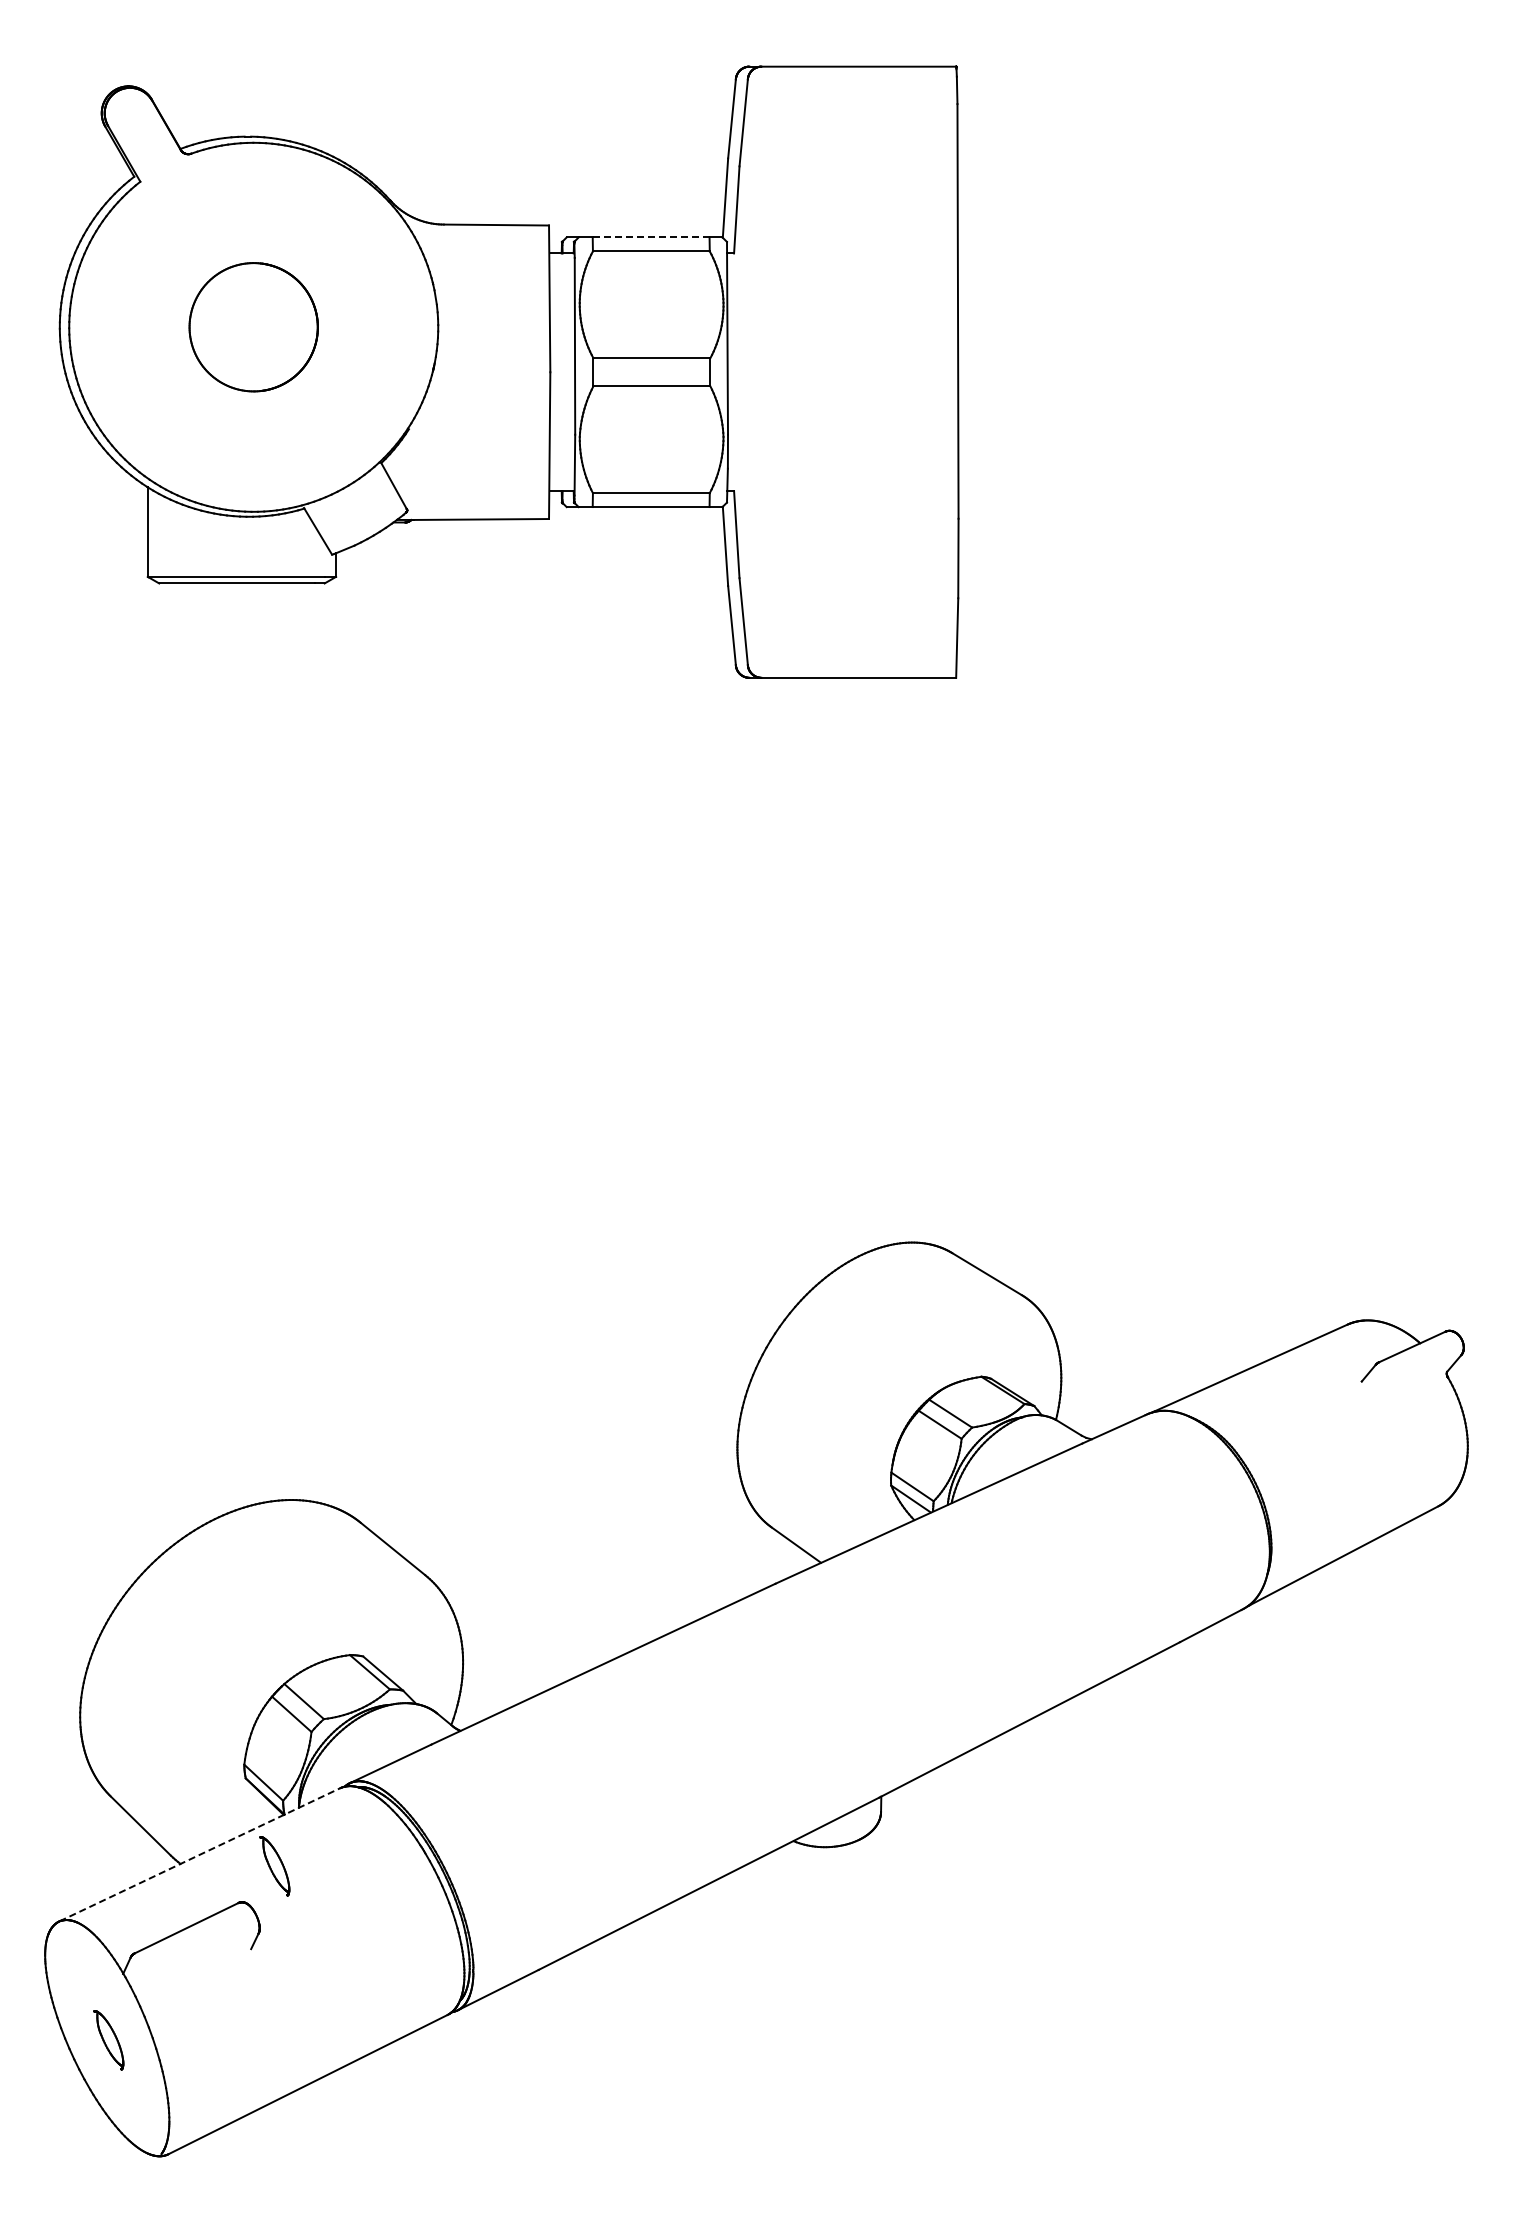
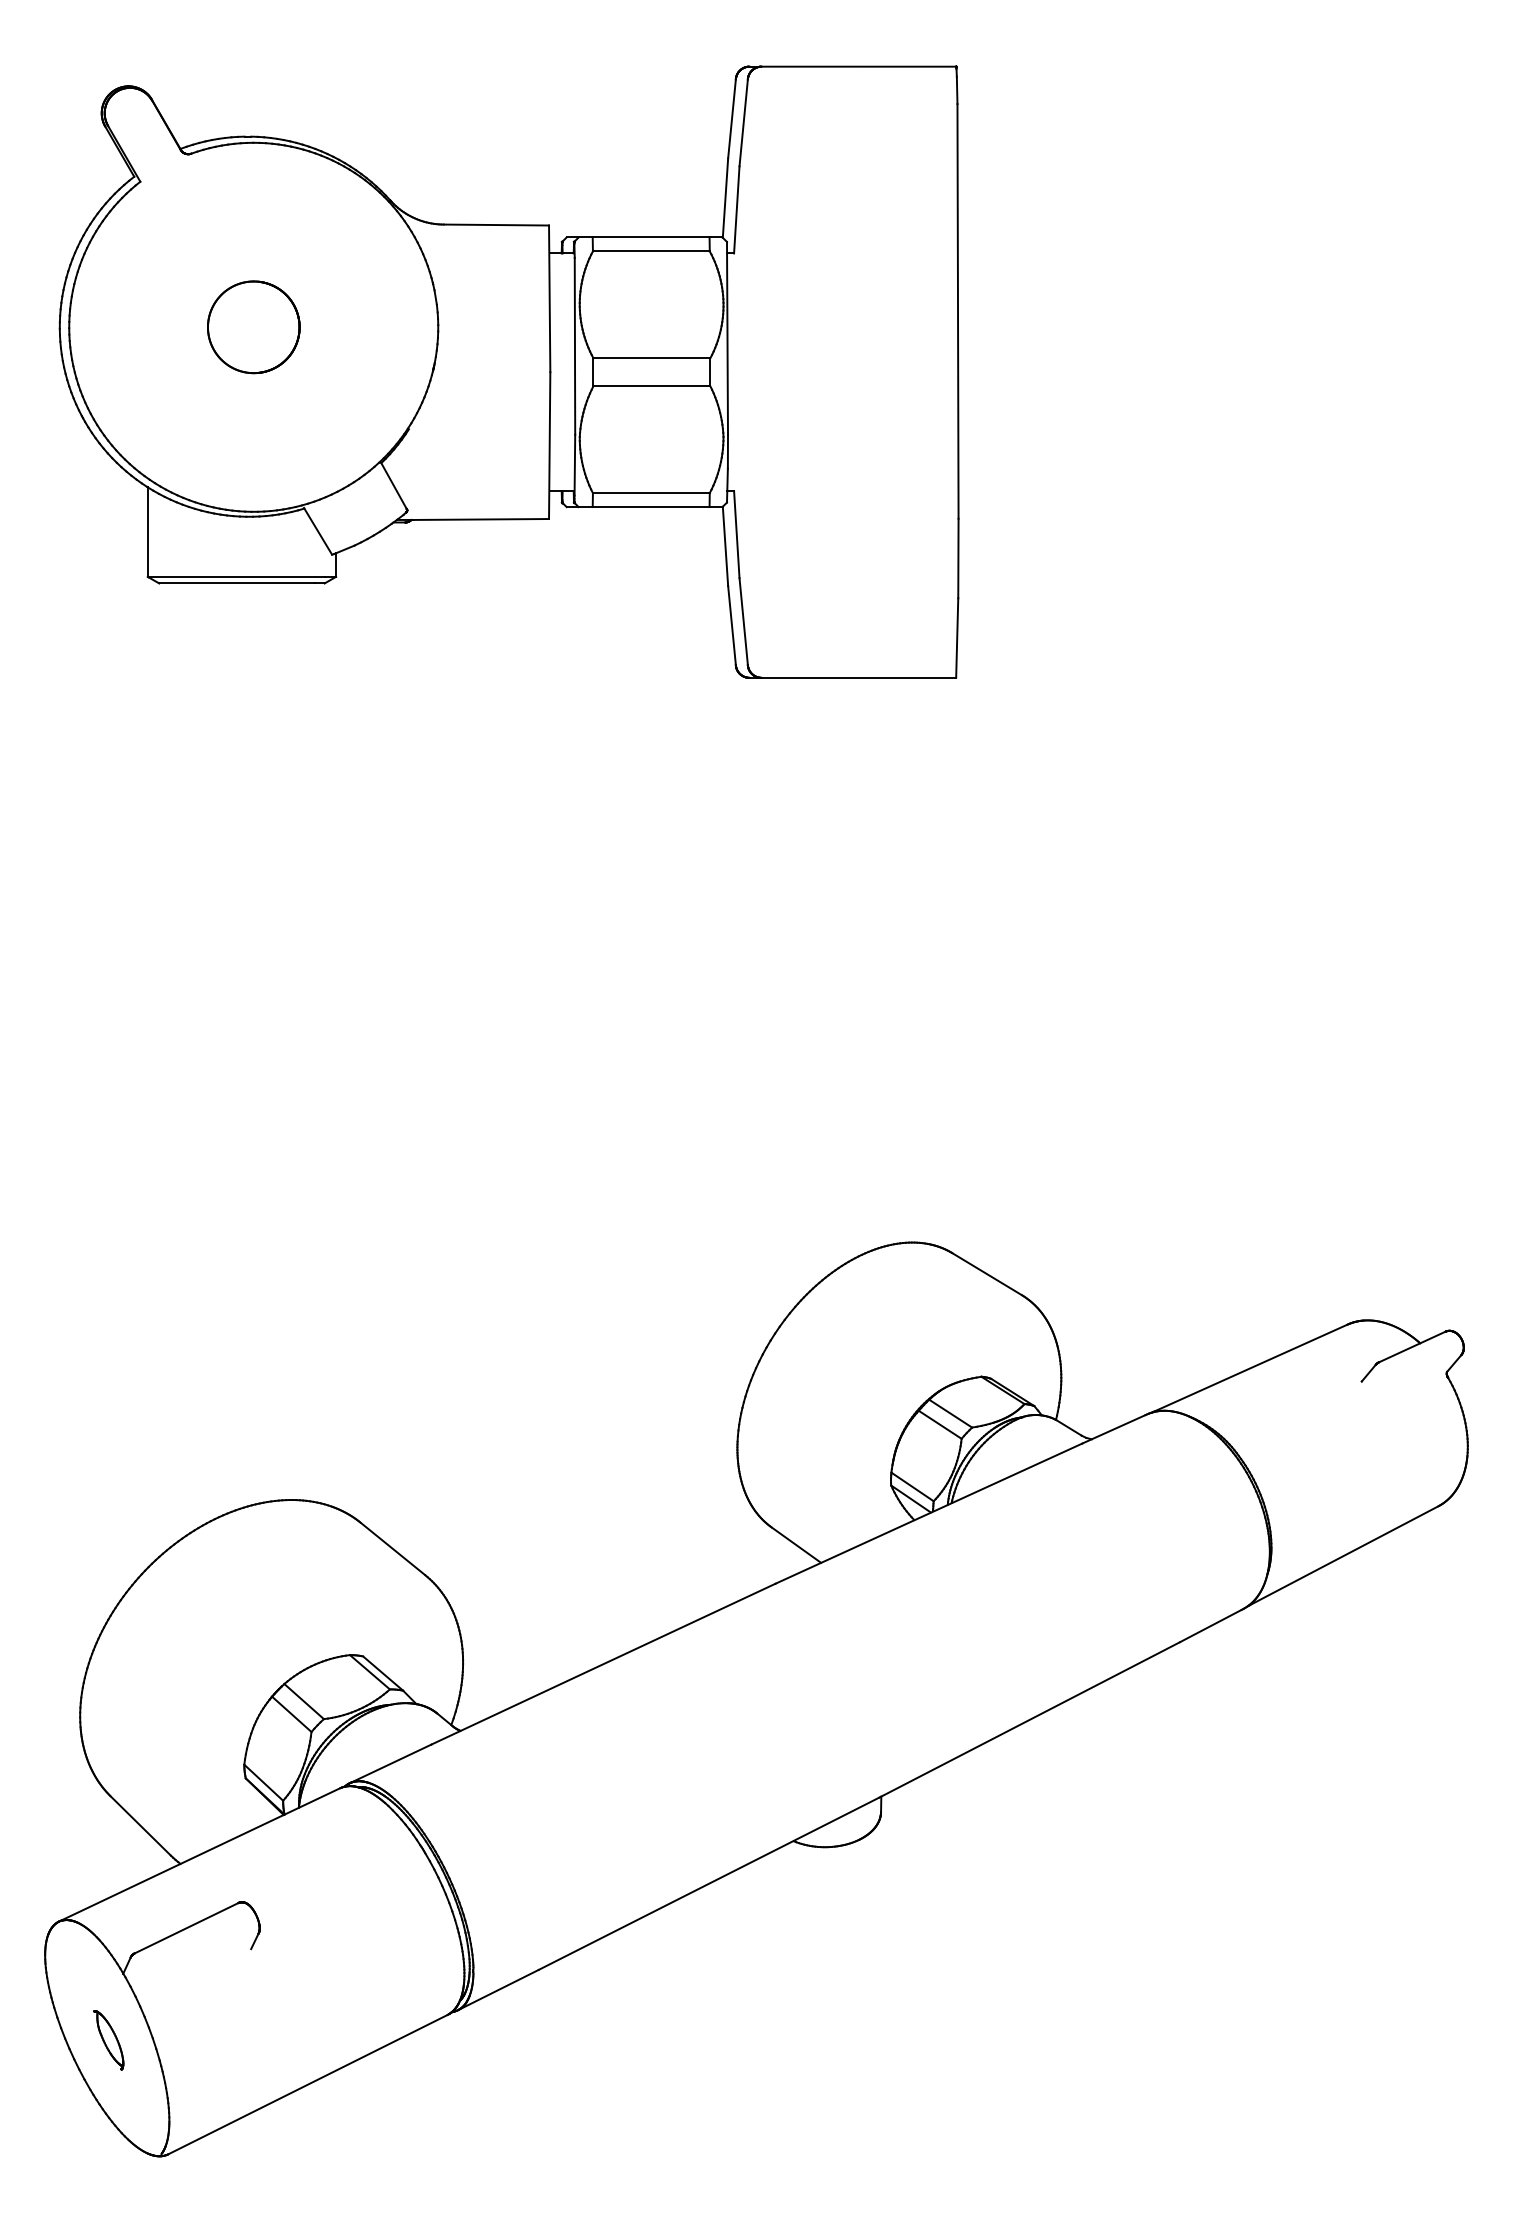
line at (650, 237): dashed -> solid
part at (253, 327) size: 131x131 px -> 94x95 px
line at (200, 1854): dashed -> solid
part at (274, 1866): present -> none
